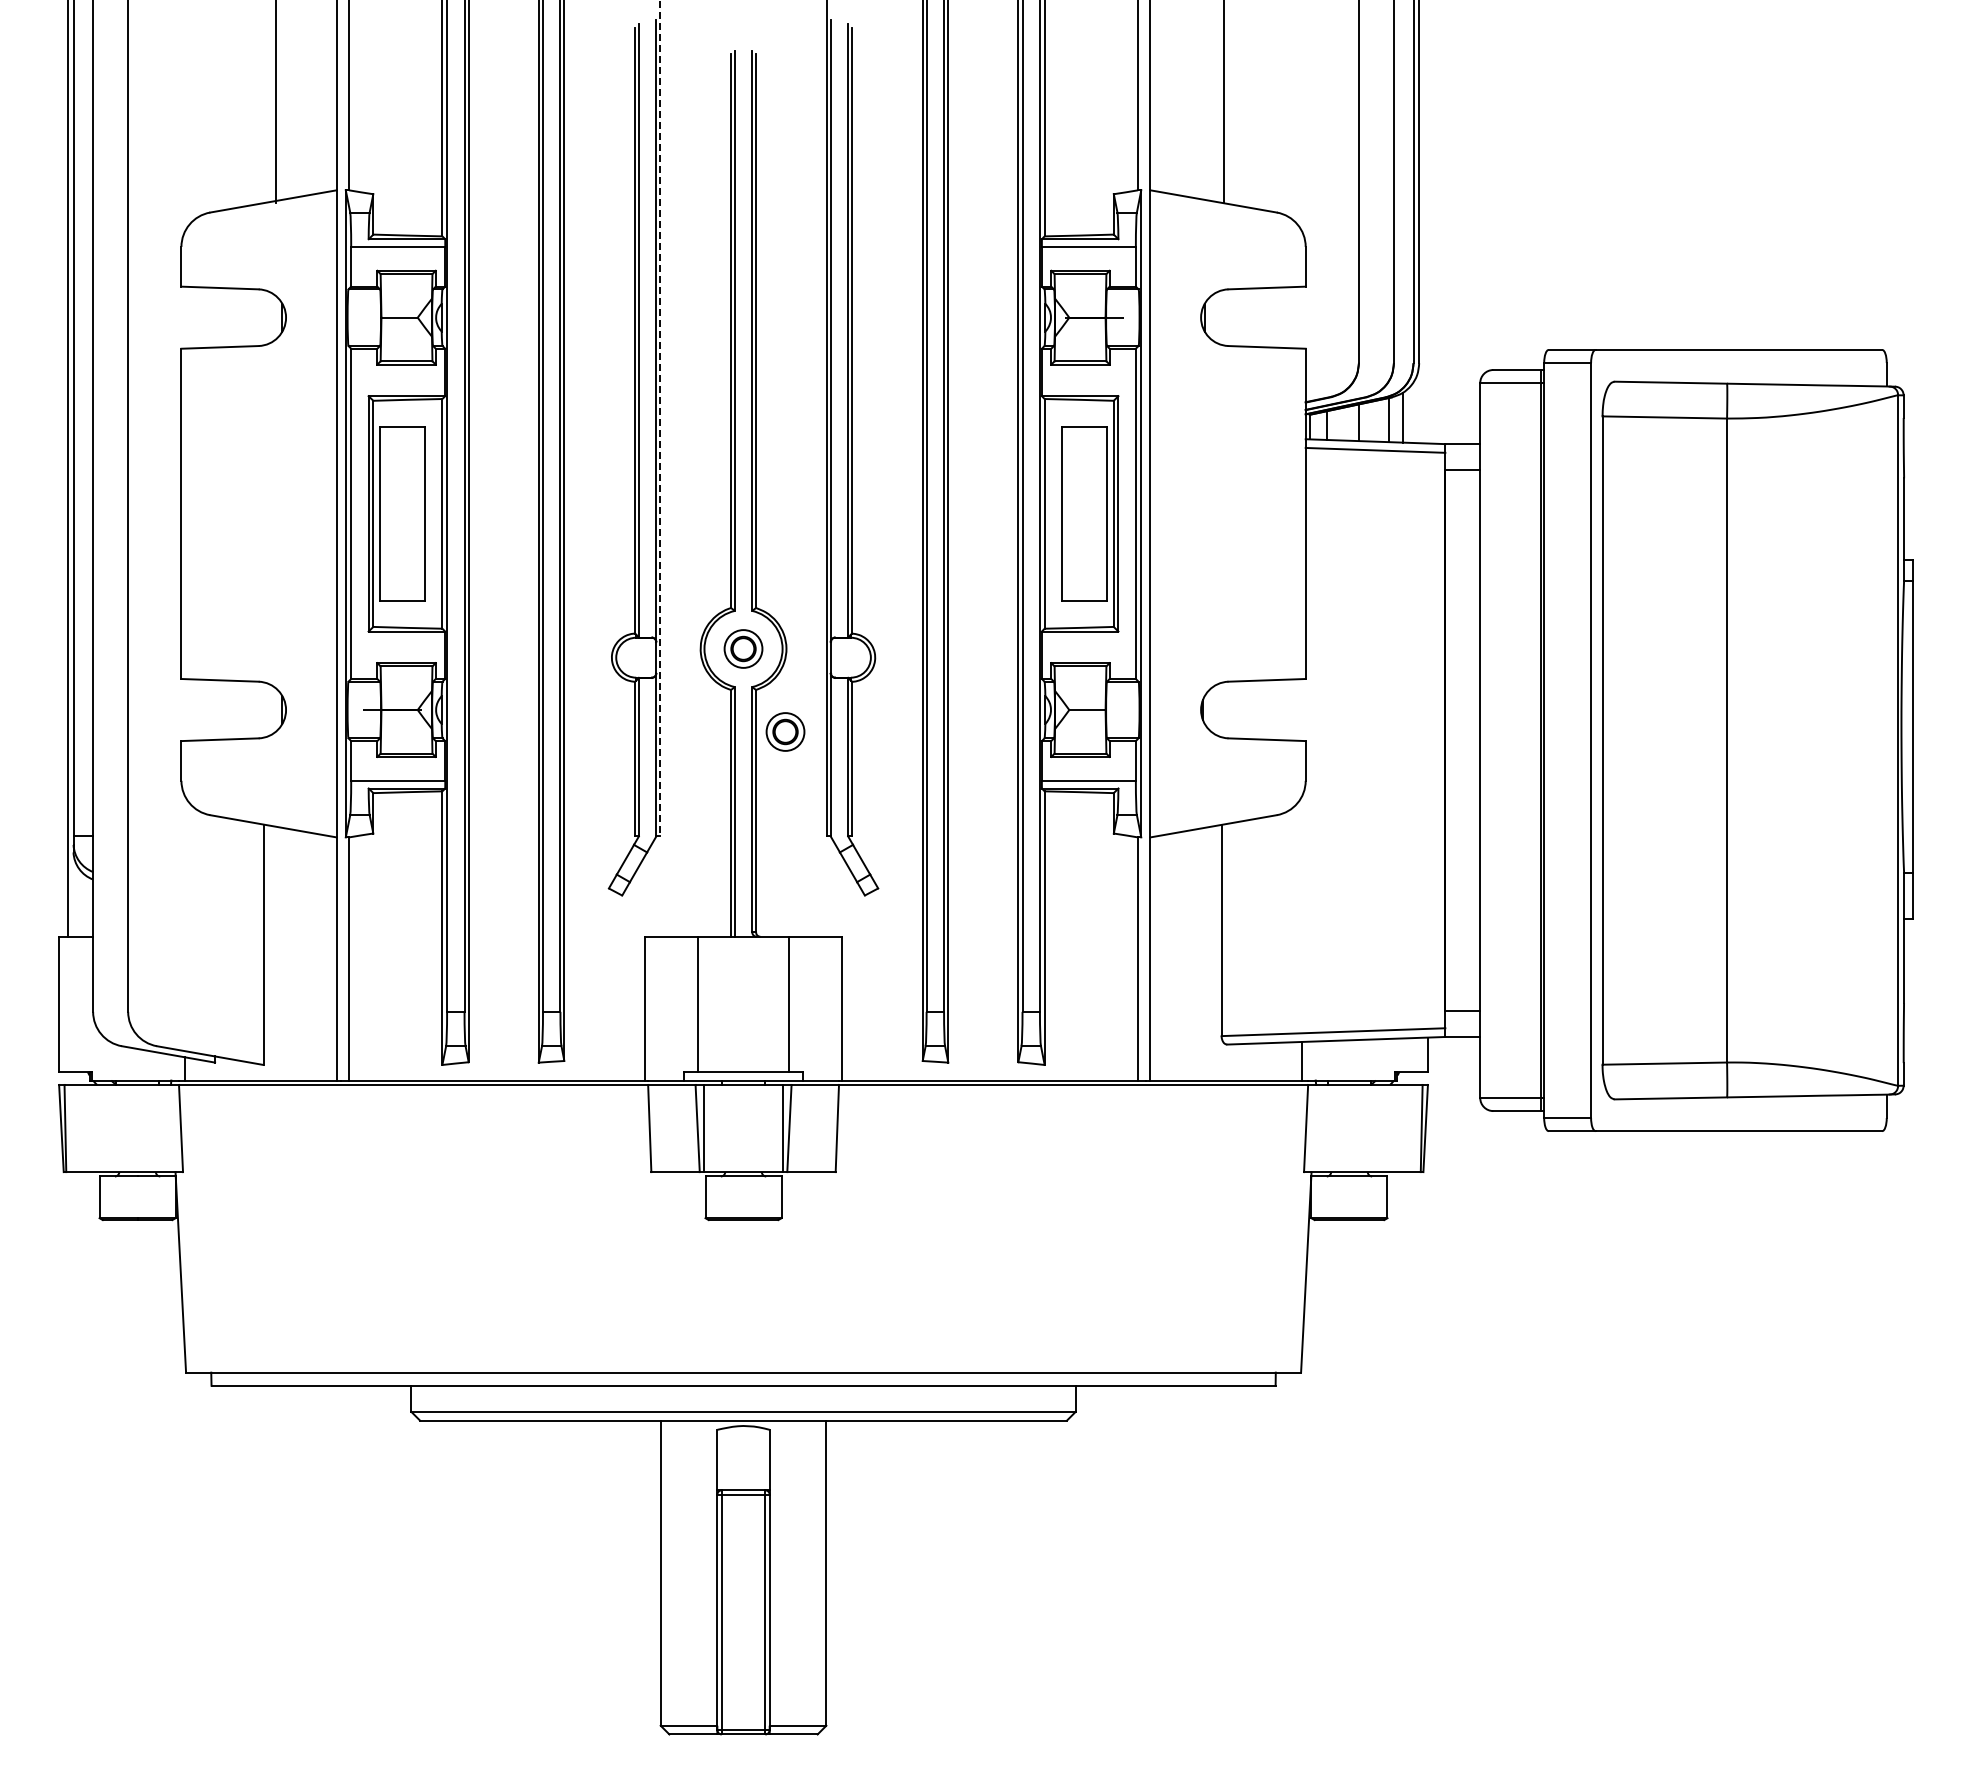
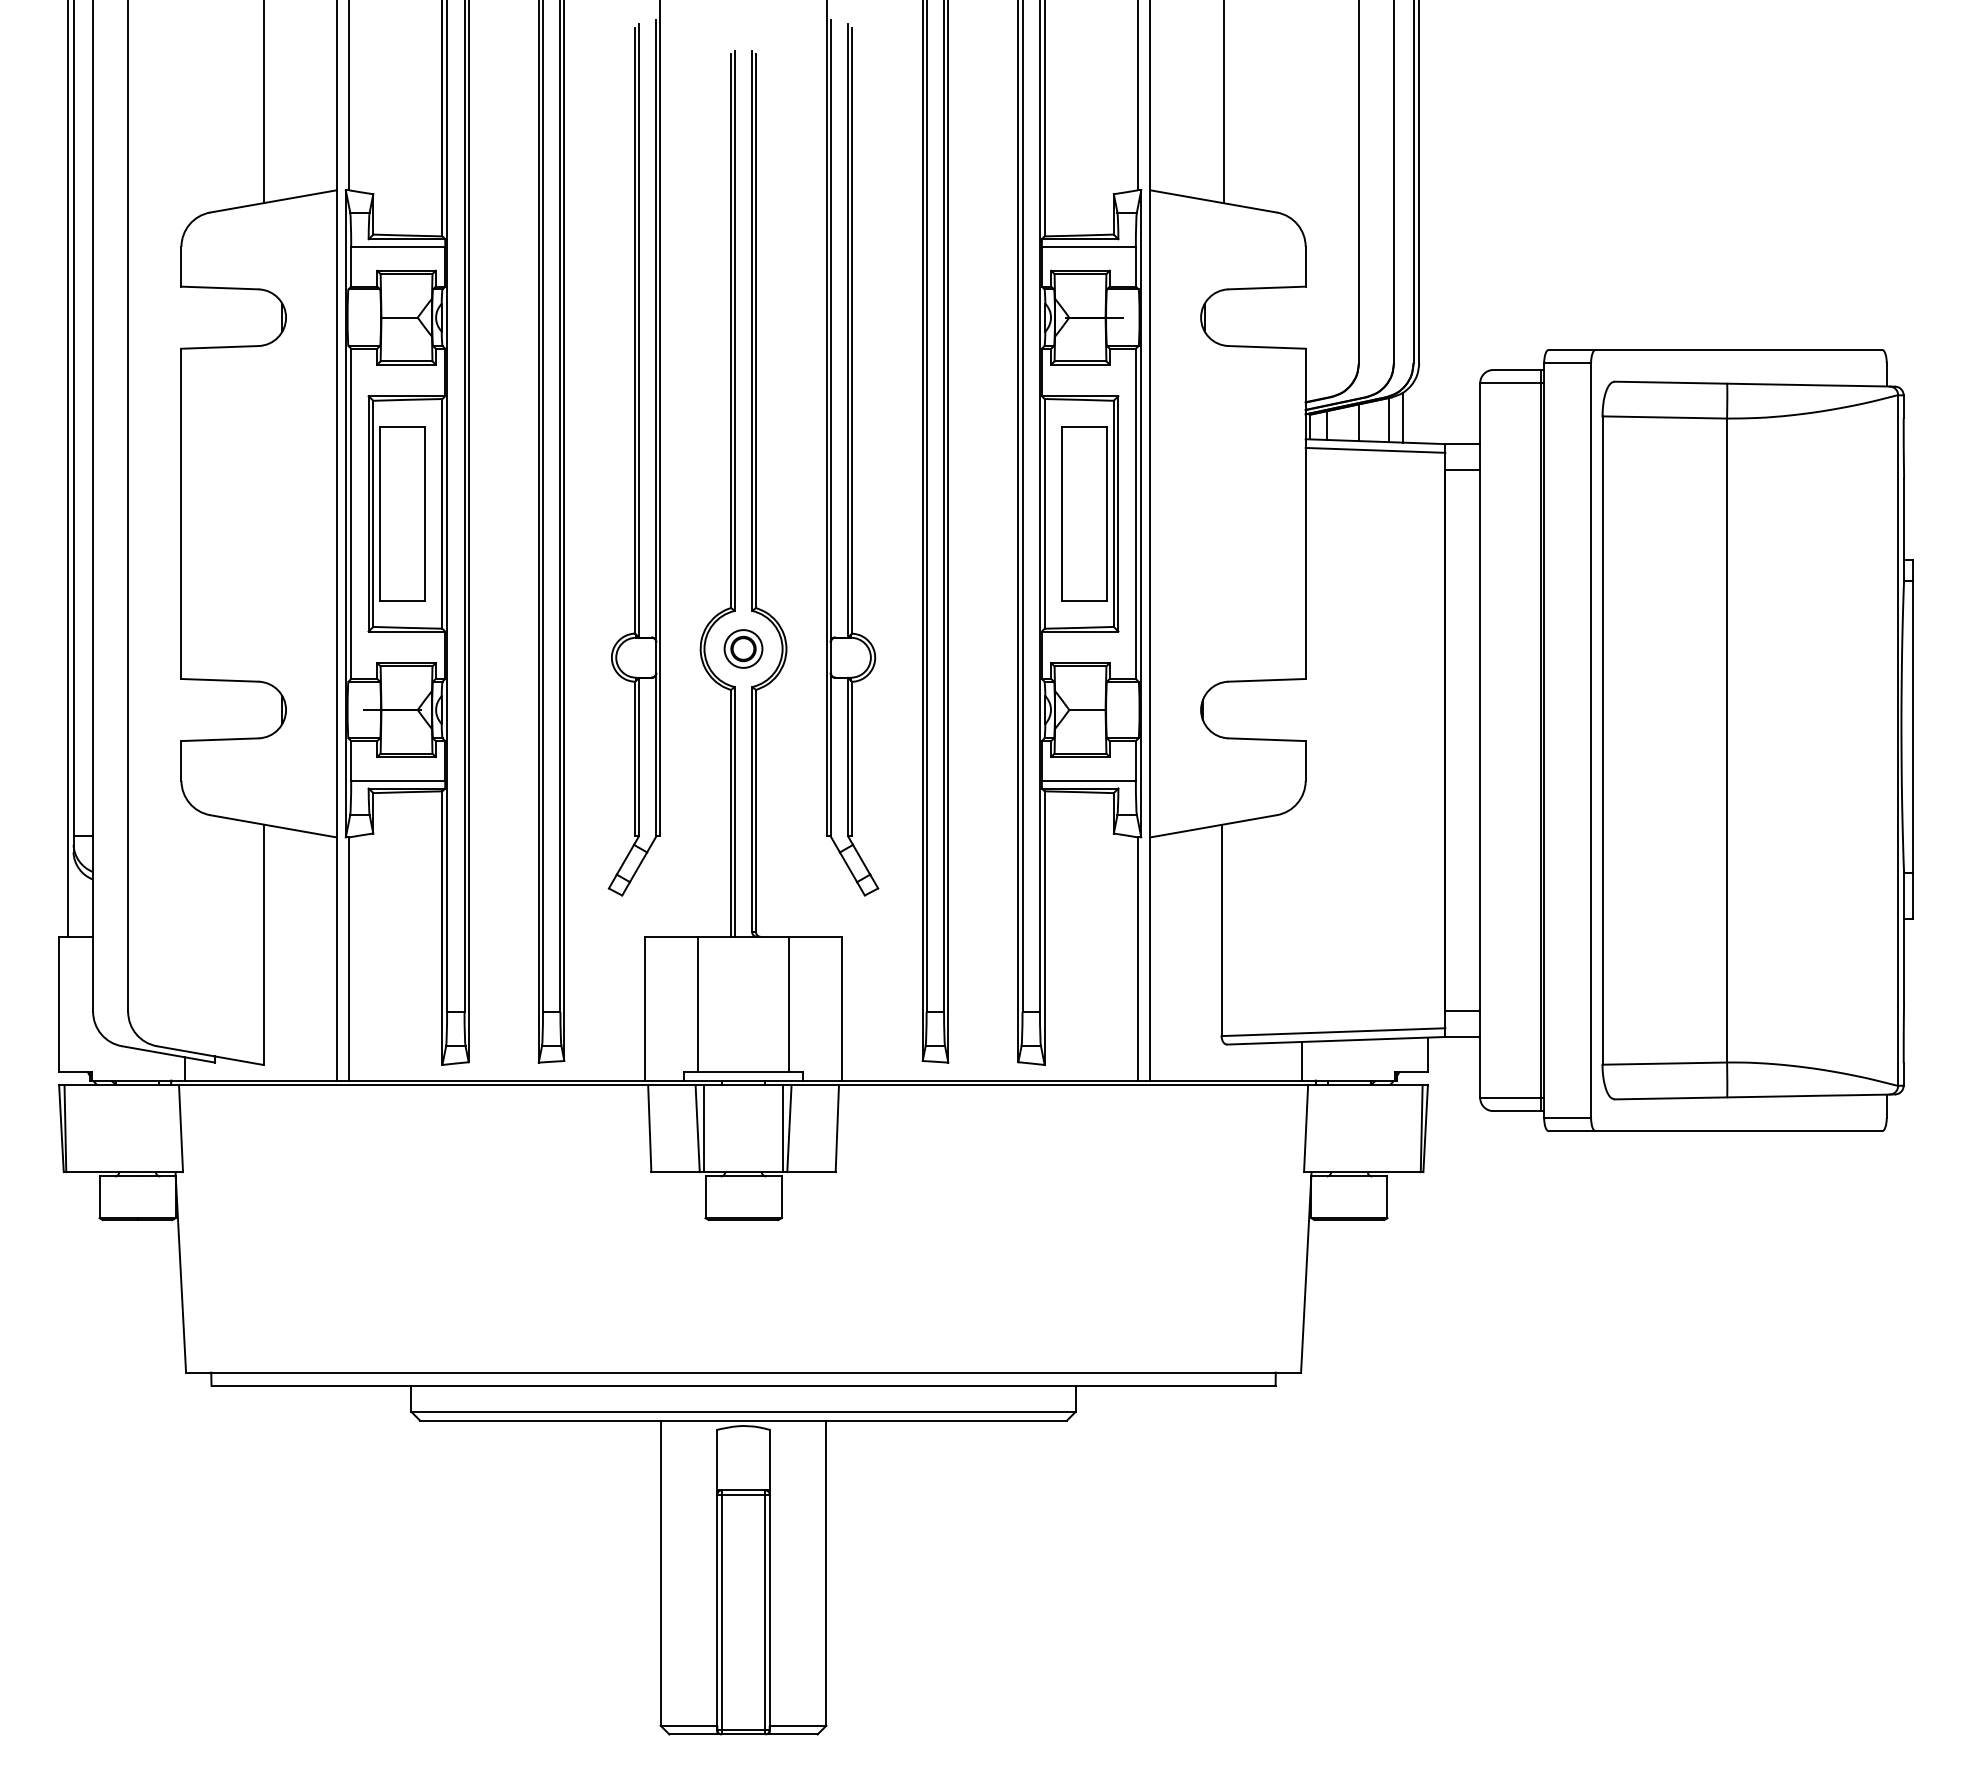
line at (275, 102) position: (275, 102) -> (263, 102)
line at (660, 418): dashed -> solid
part at (785, 731): present -> none
